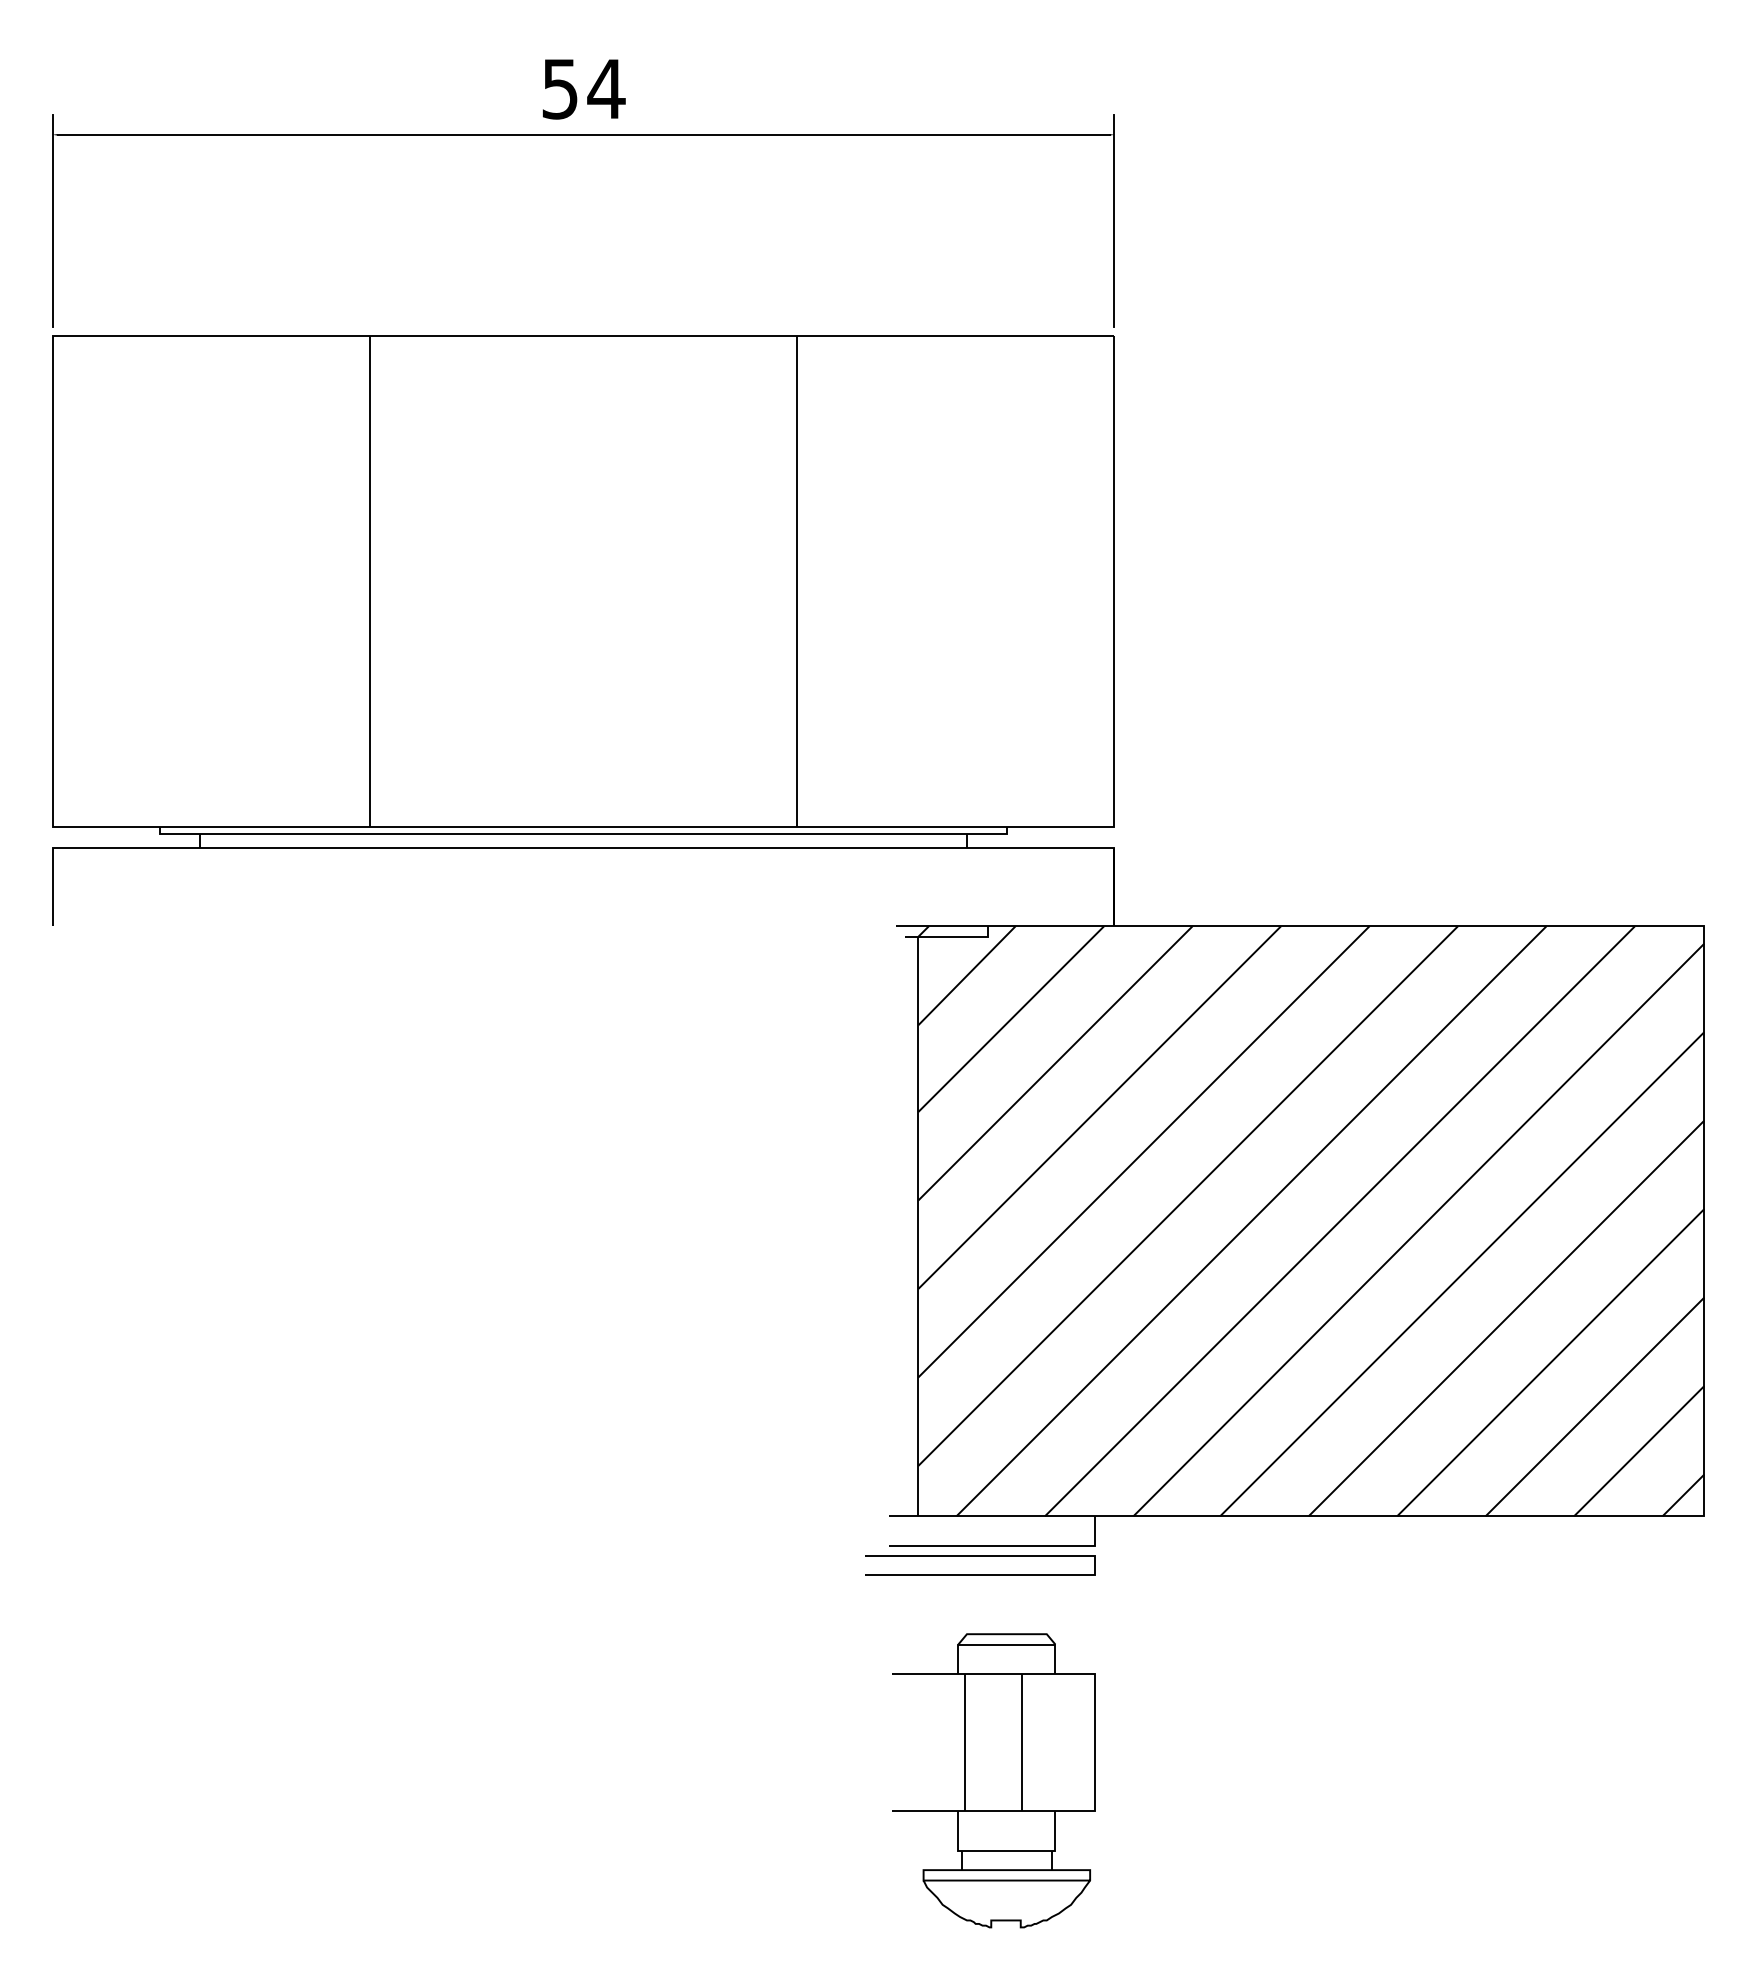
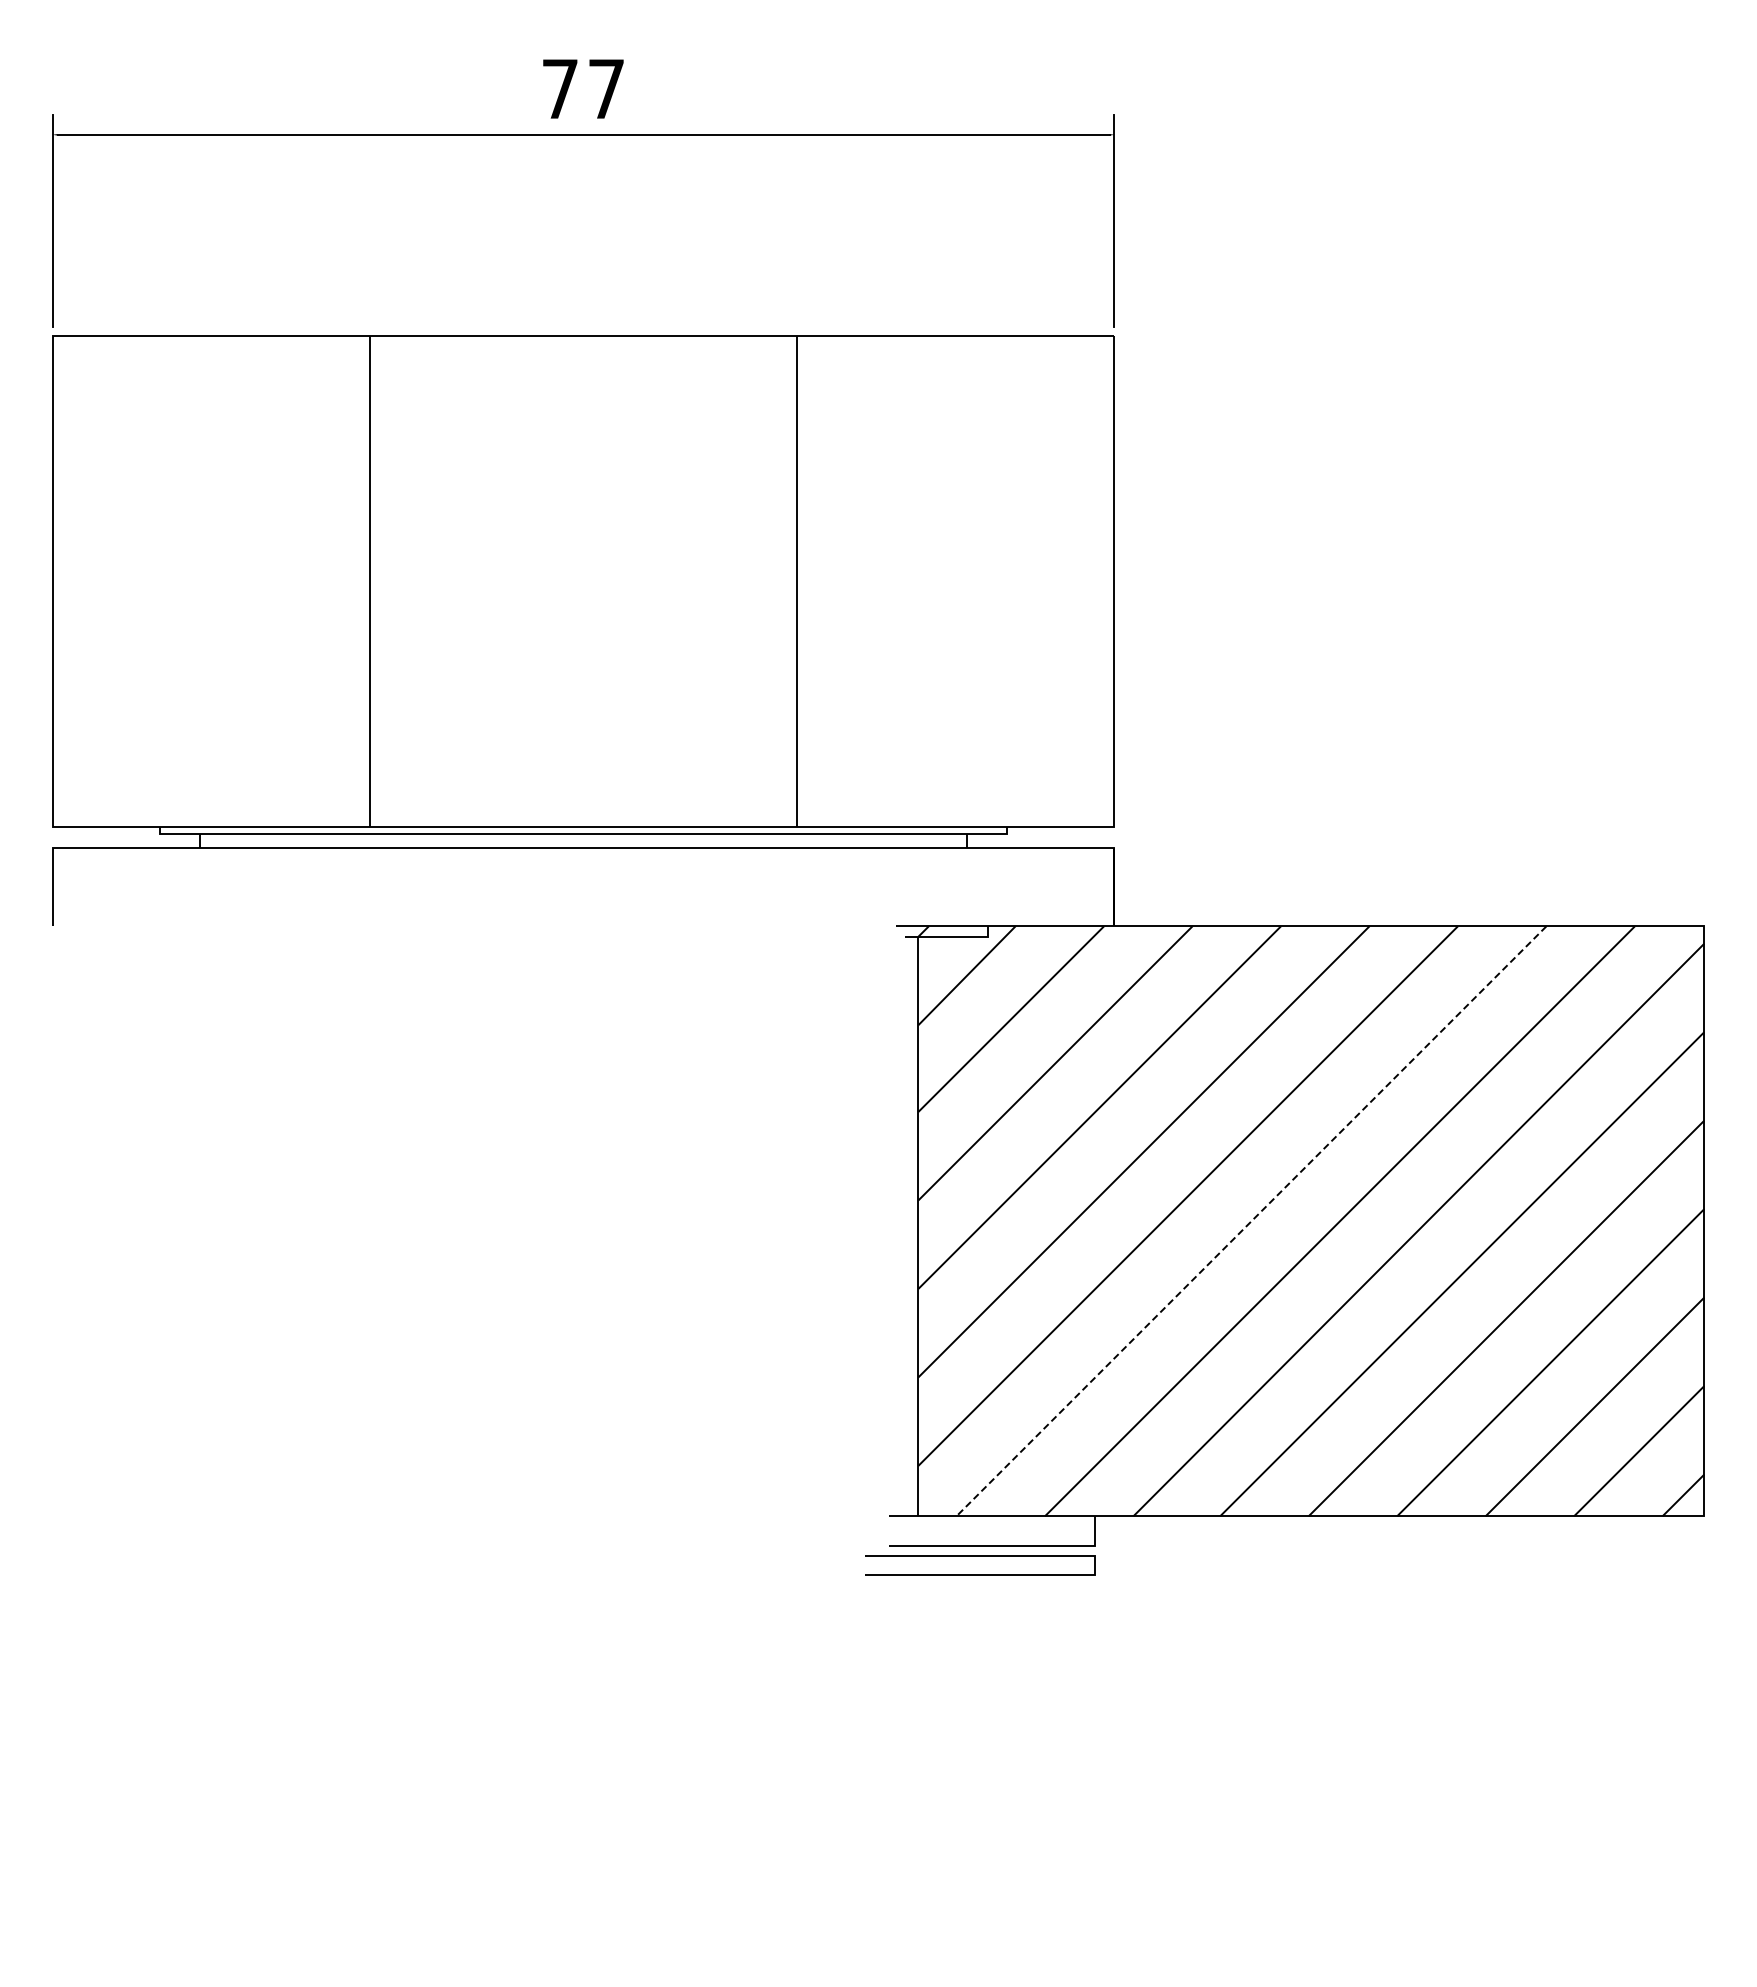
text at (583, 89): 54 -> 77
line at (1251, 1221): solid -> dashed
part at (993, 1780): present -> none
